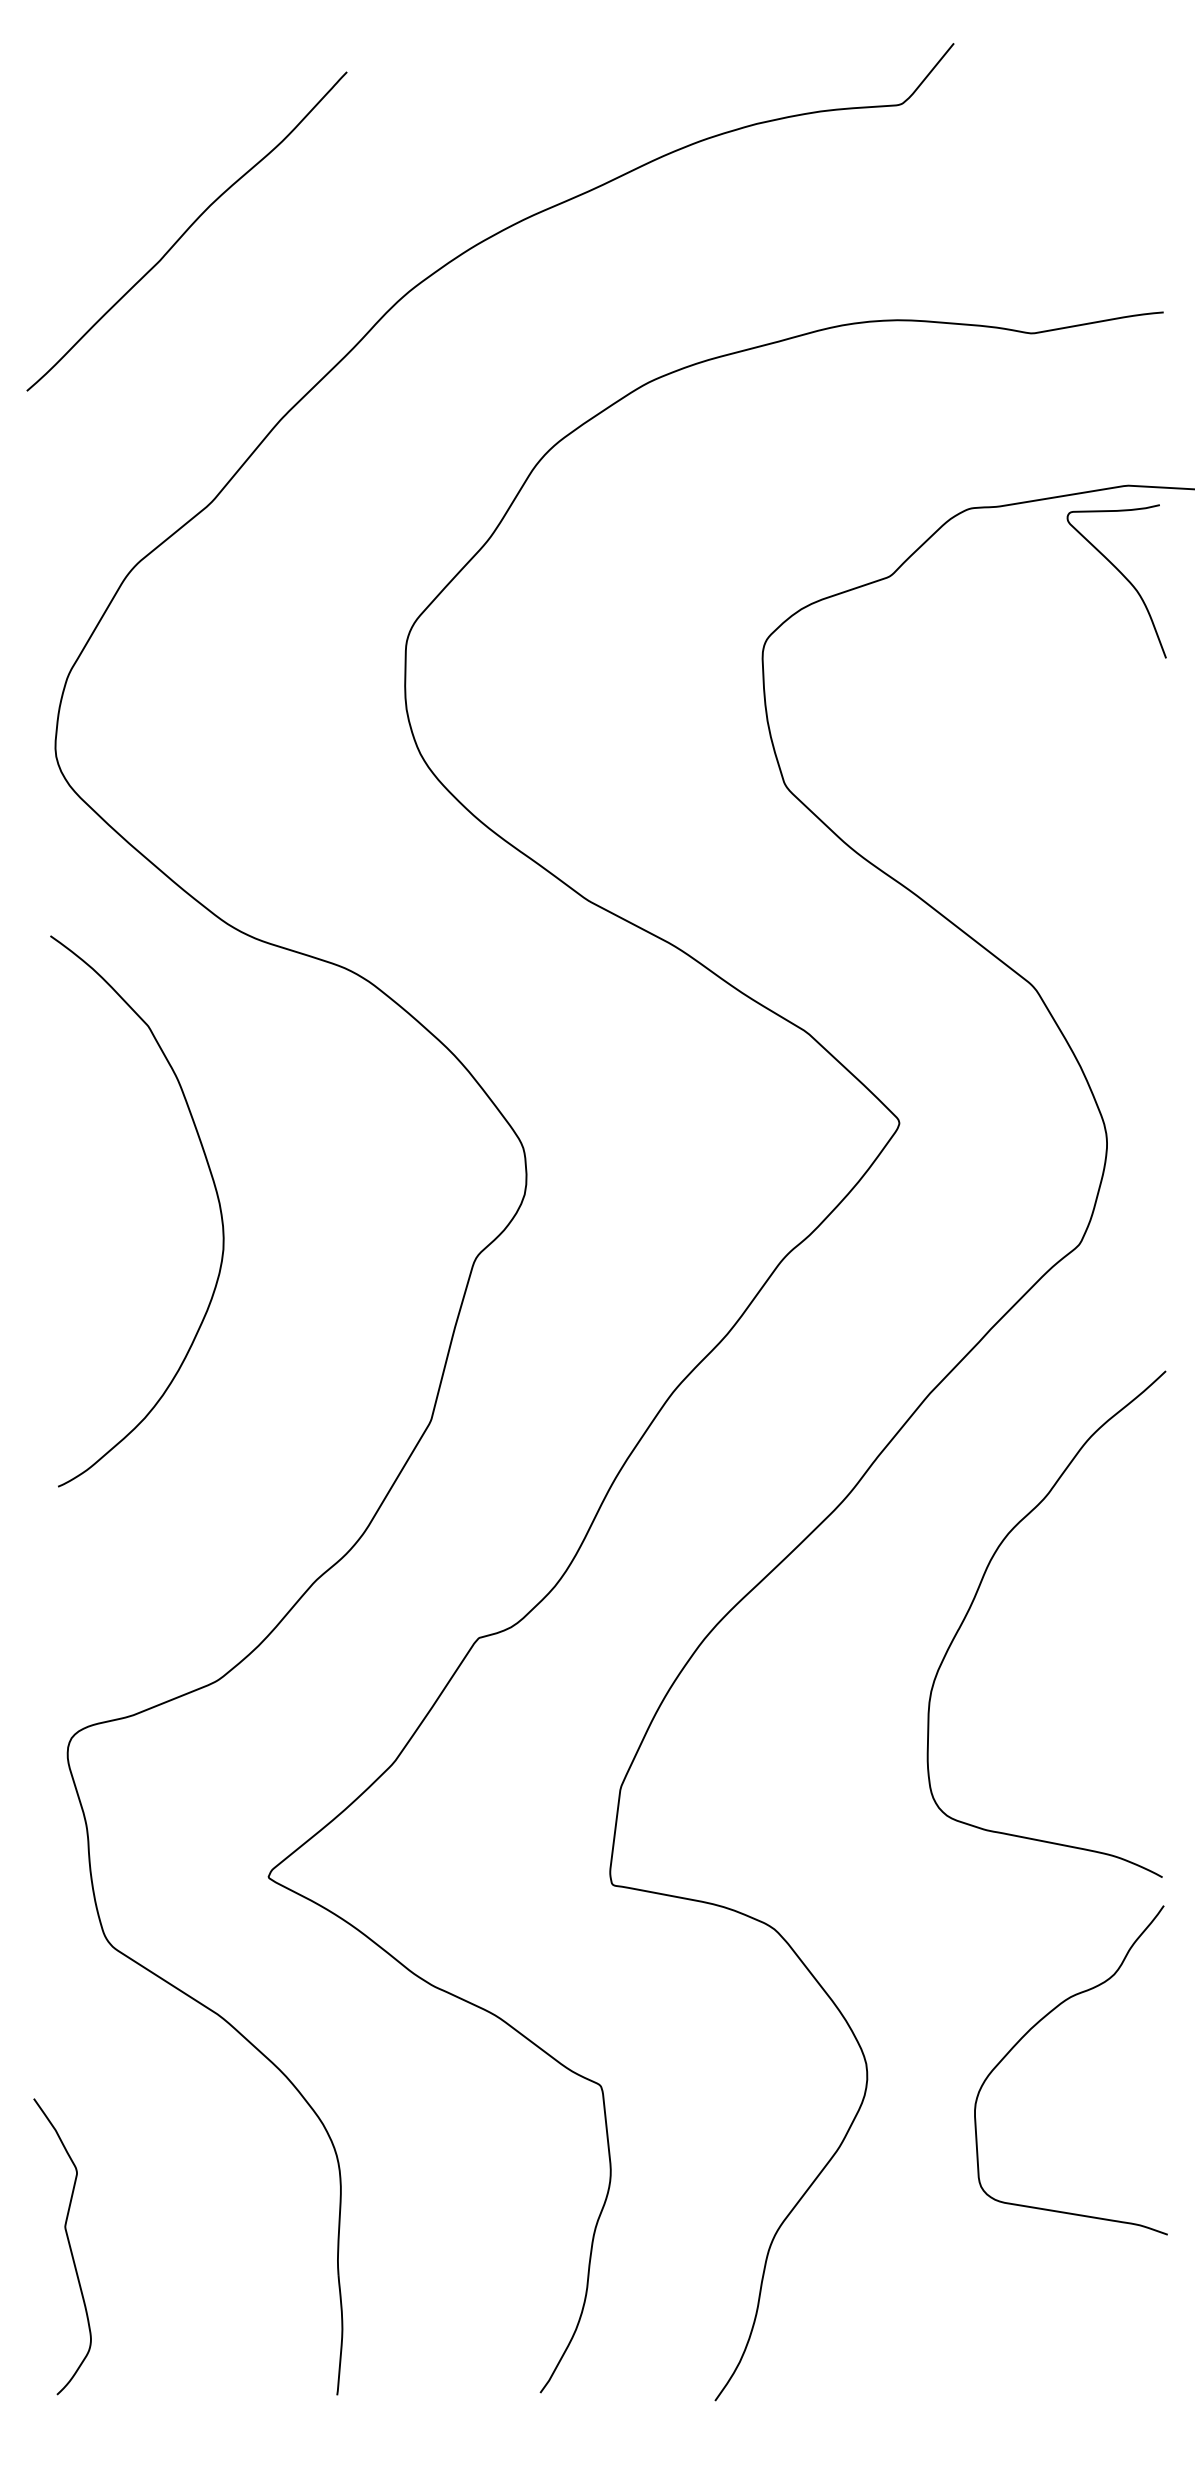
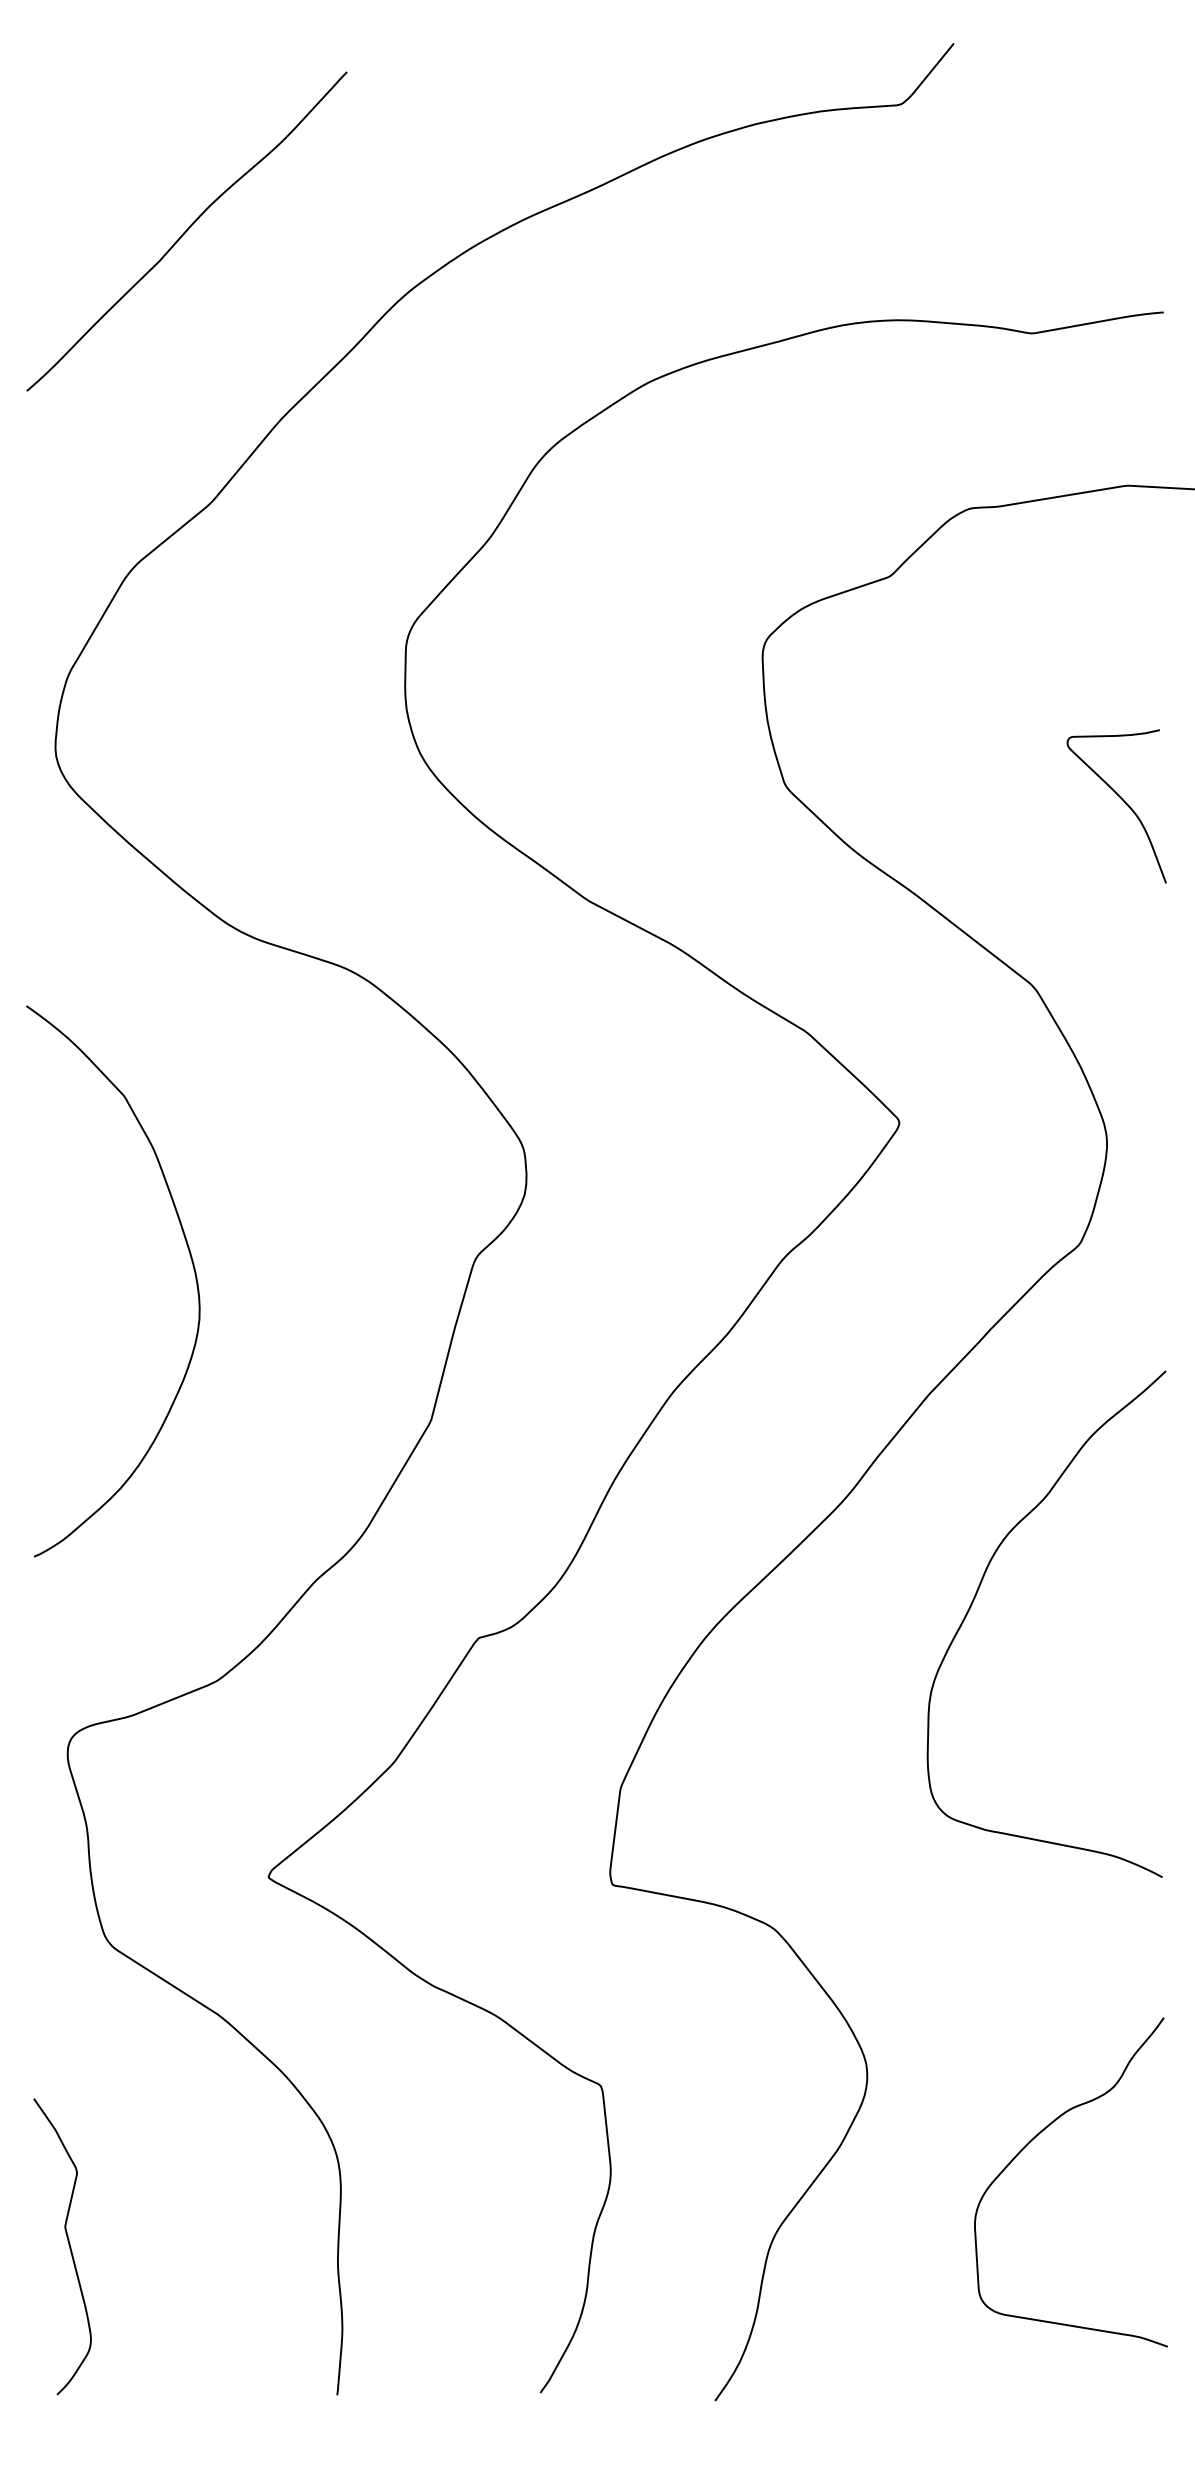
curve at (1122, 575) position: (1122, 575) -> (1122, 800)
curve at (214, 1188) position: (214, 1188) -> (190, 1258)
curve at (1034, 2027) position: (1034, 2027) -> (1034, 2139)
